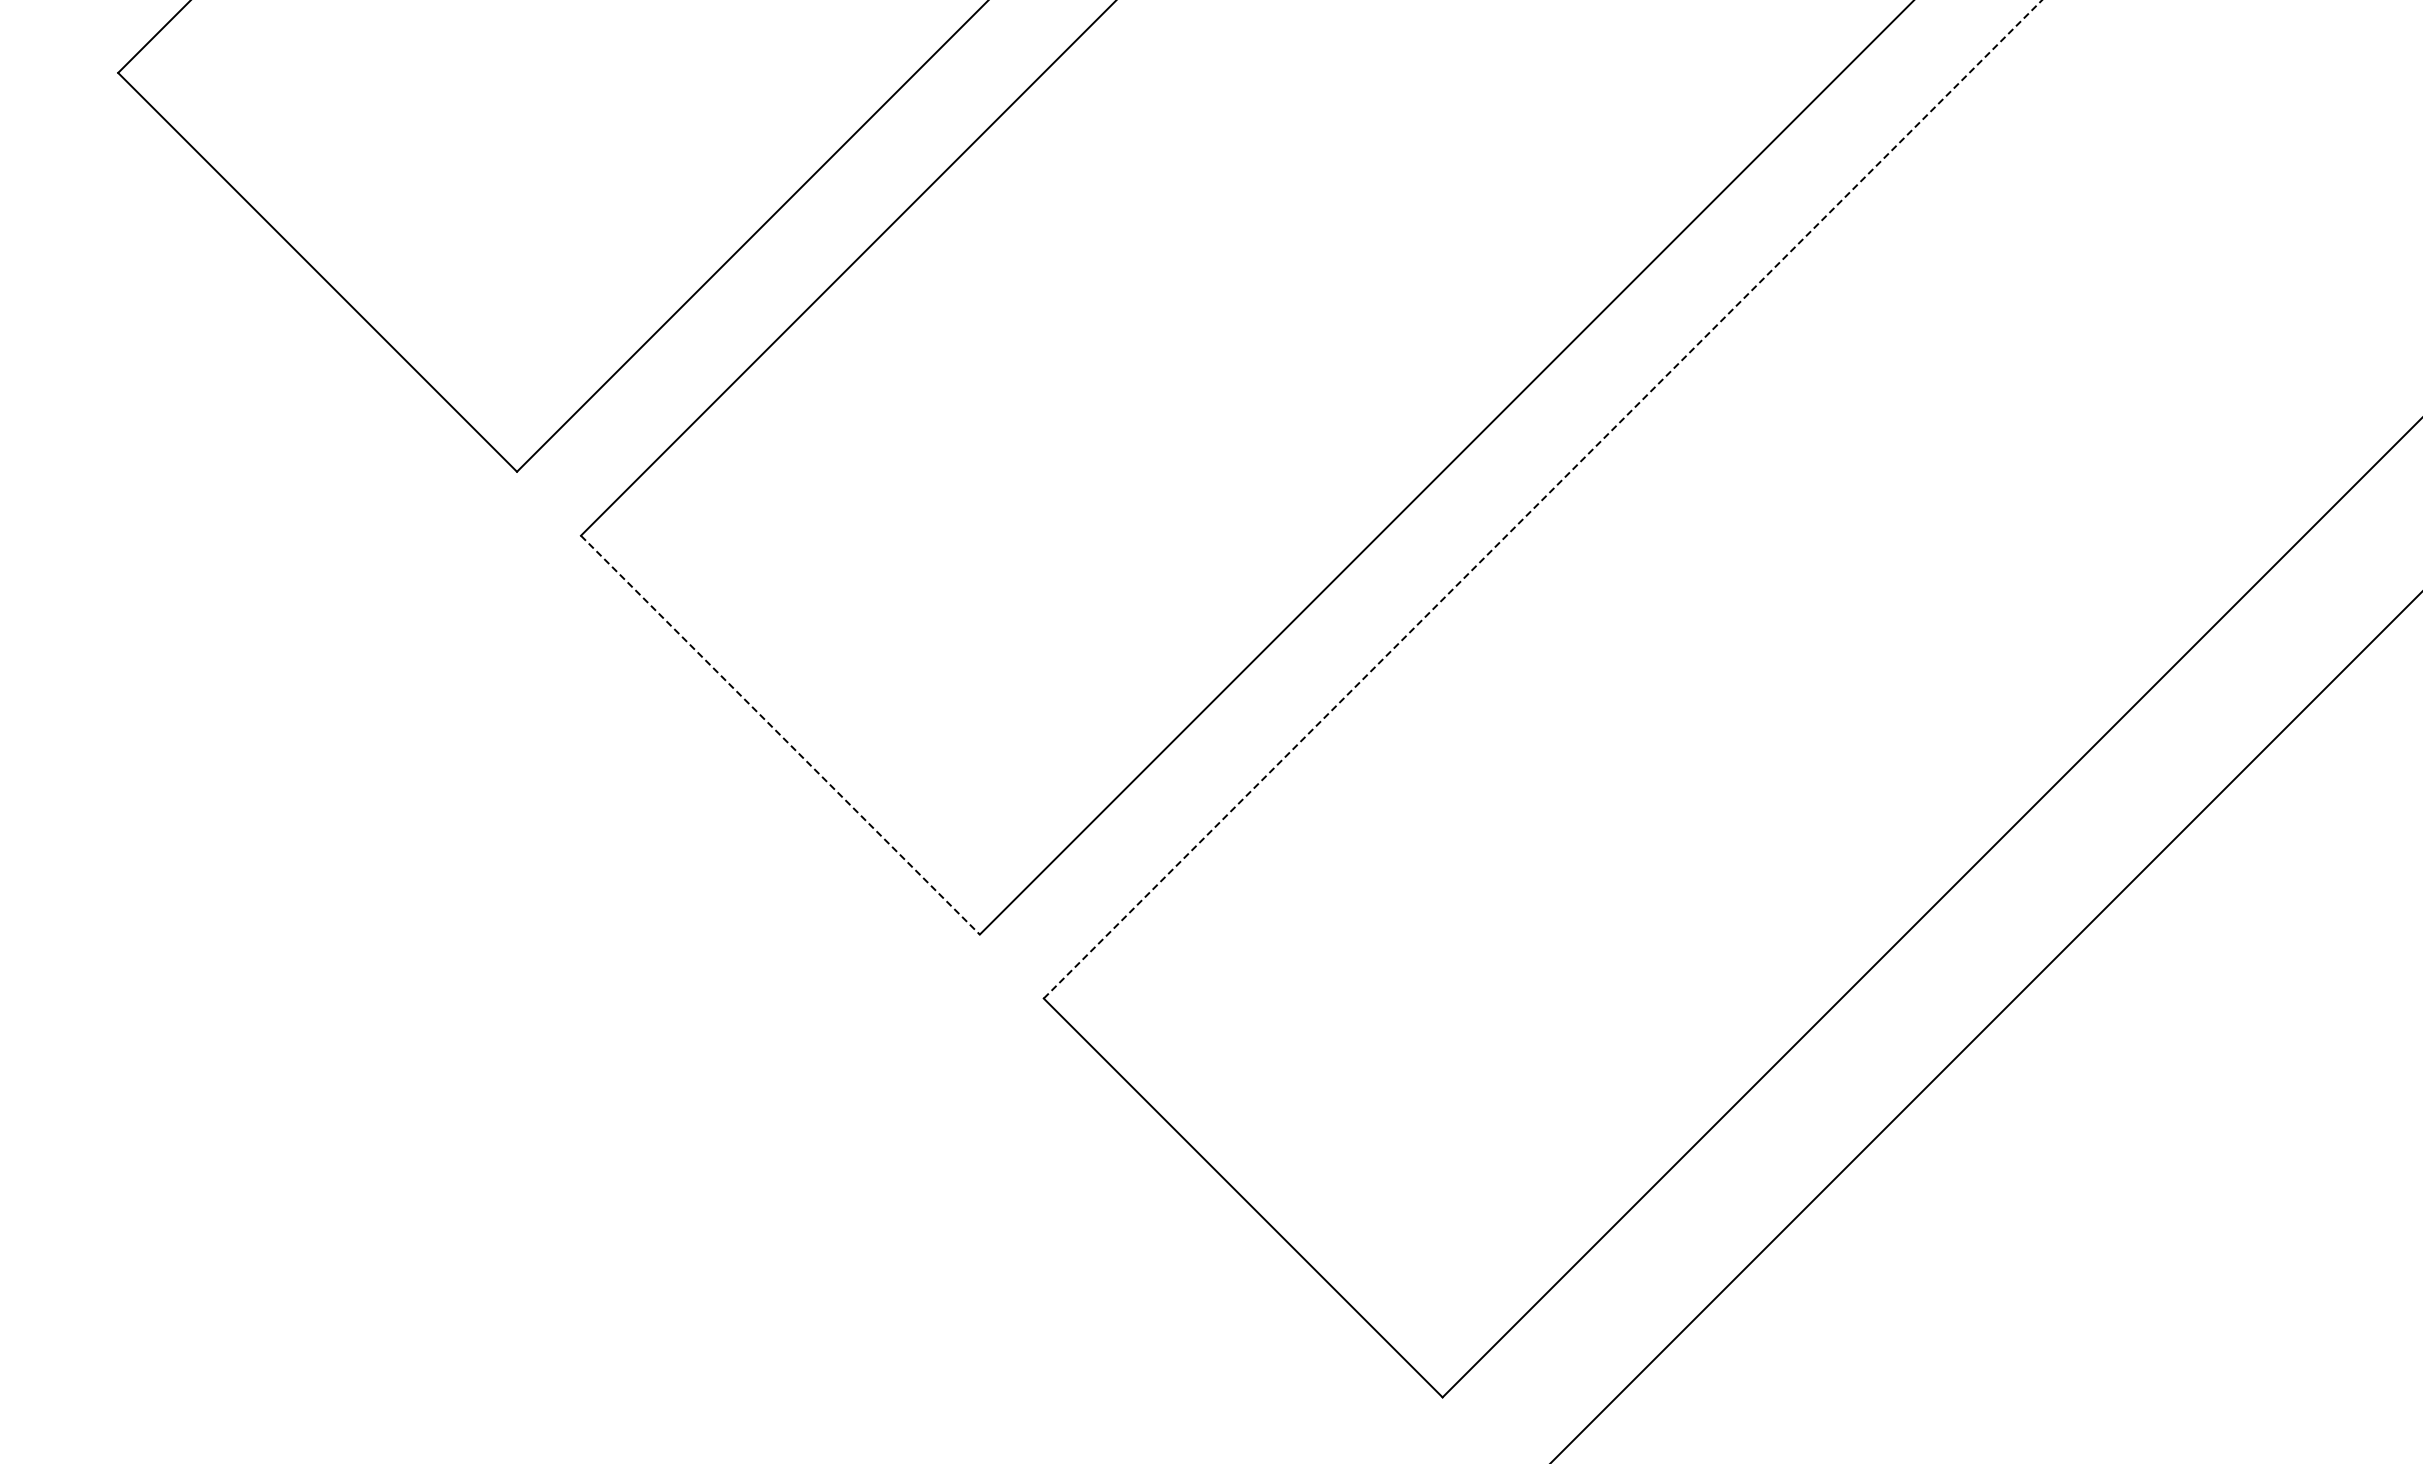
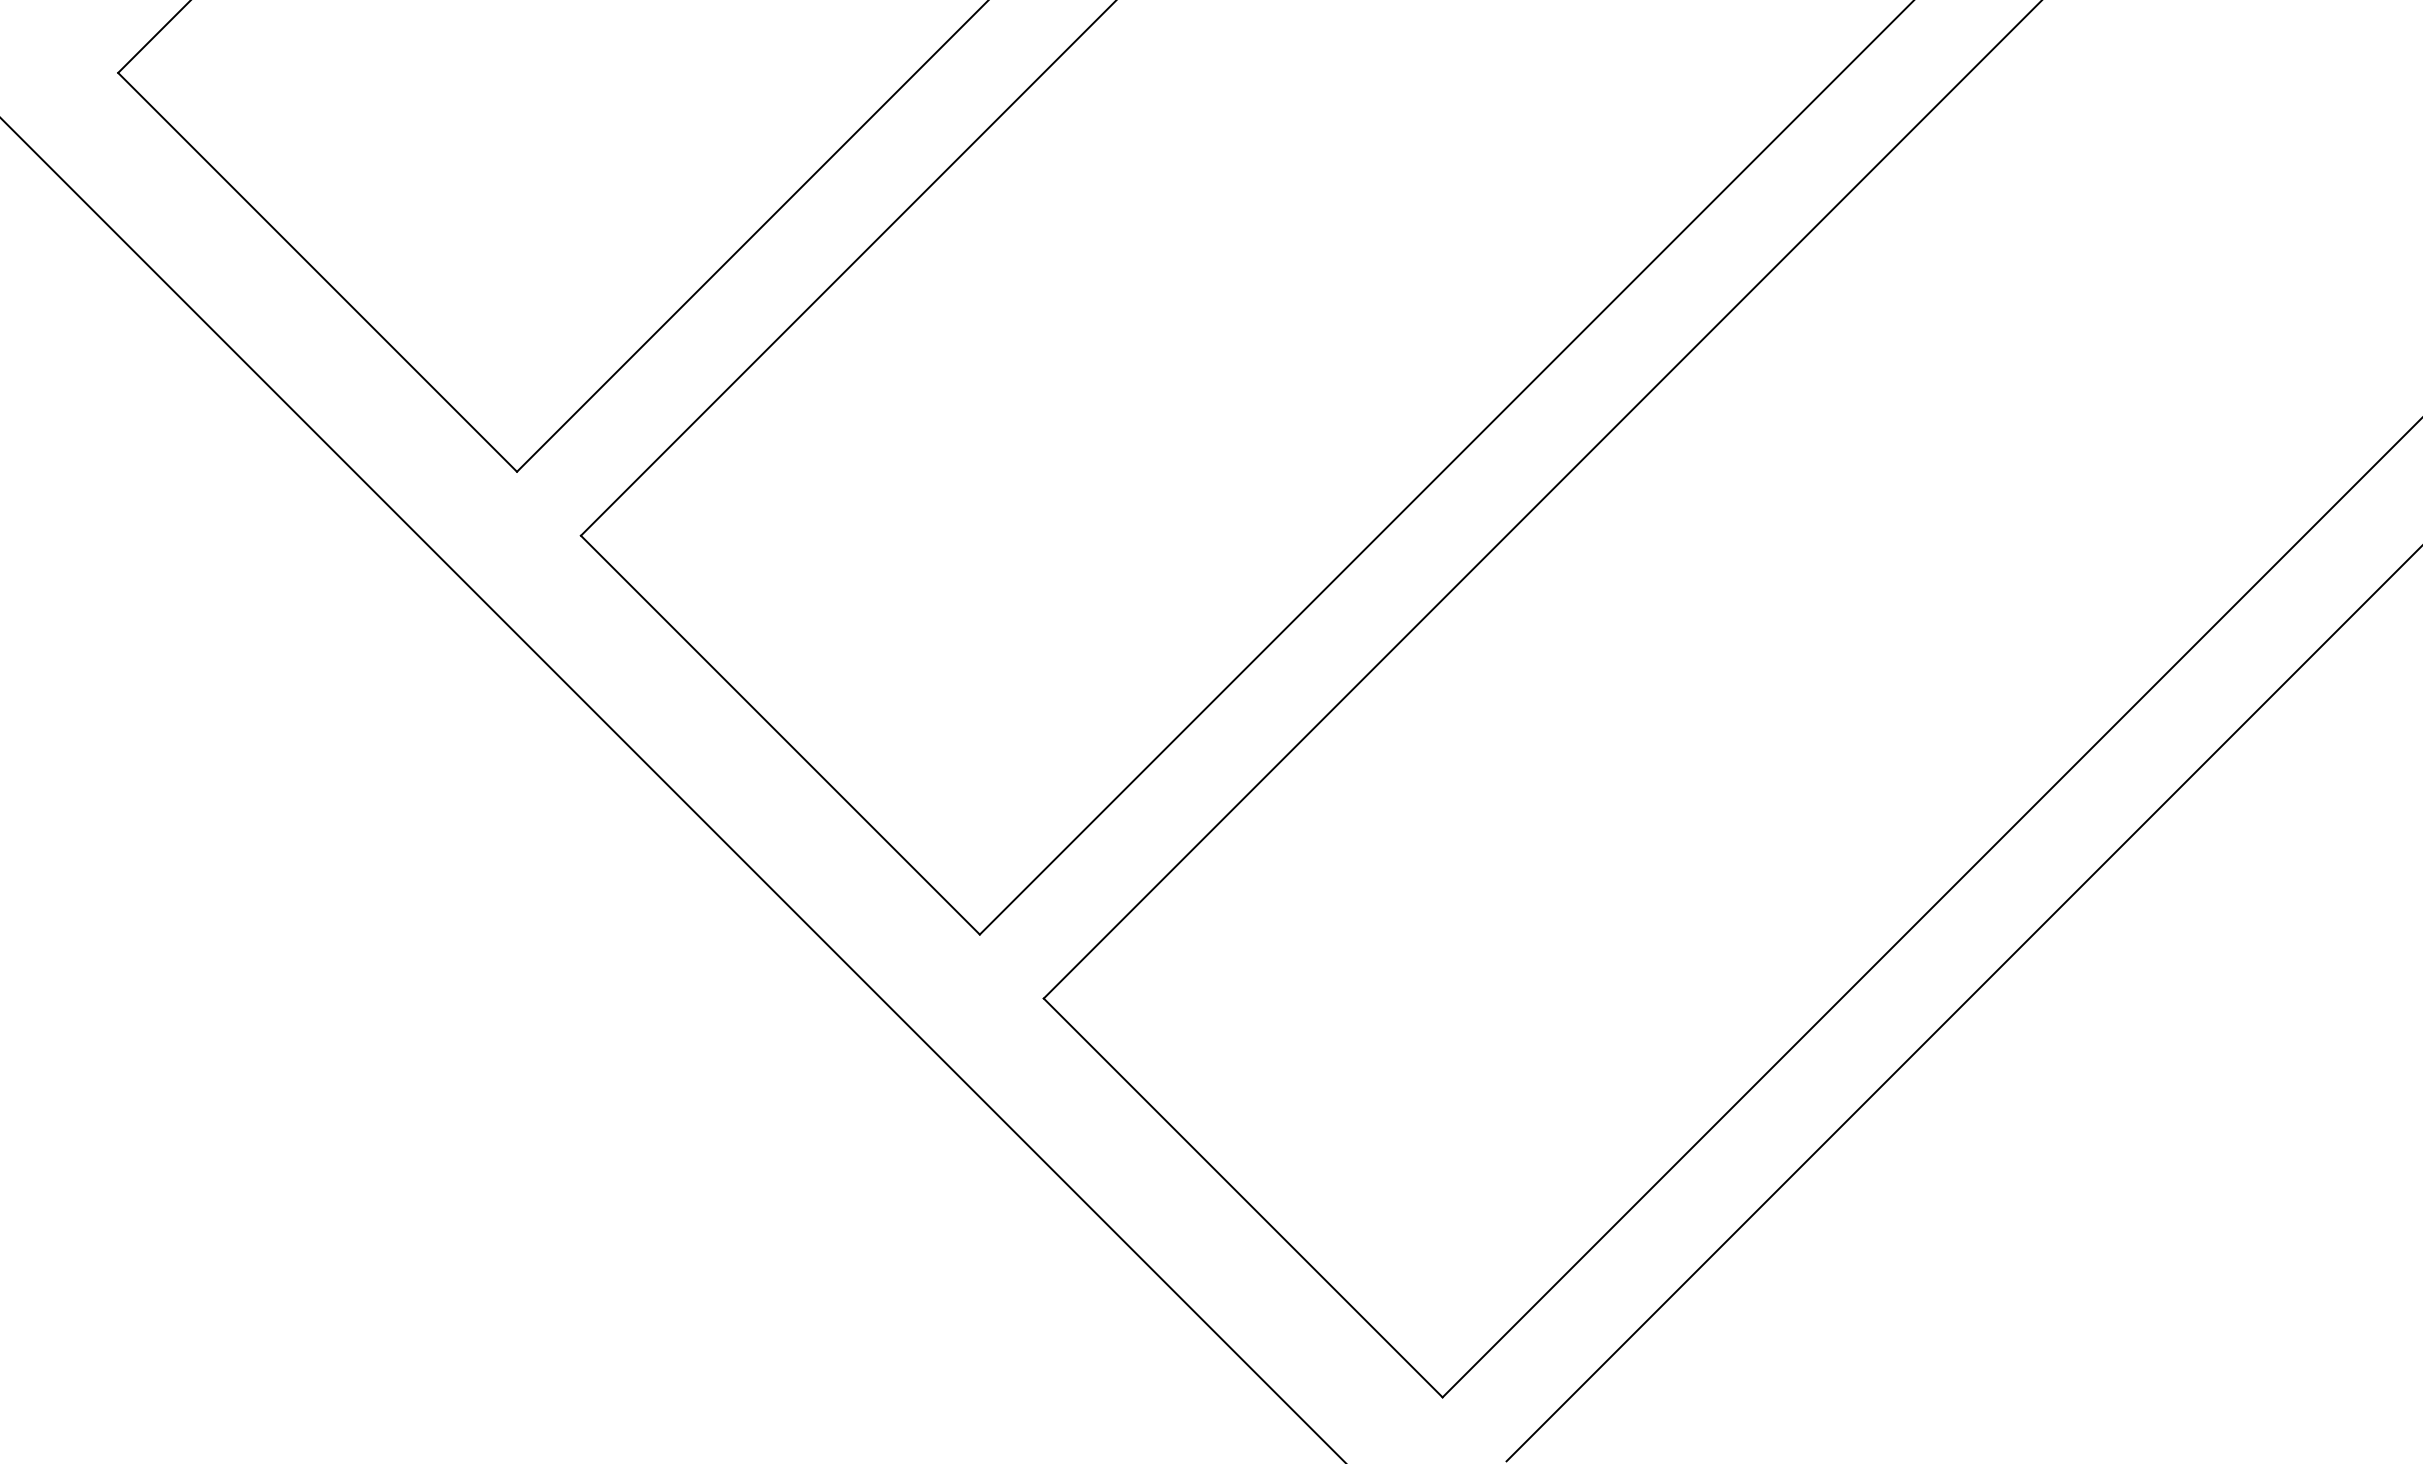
line at (1542, 499): dashed -> solid
line at (780, 735): dashed -> solid
line at (672, 789): none -> present
line at (1986, 1027) position: (1986, 1027) -> (1963, 1004)
